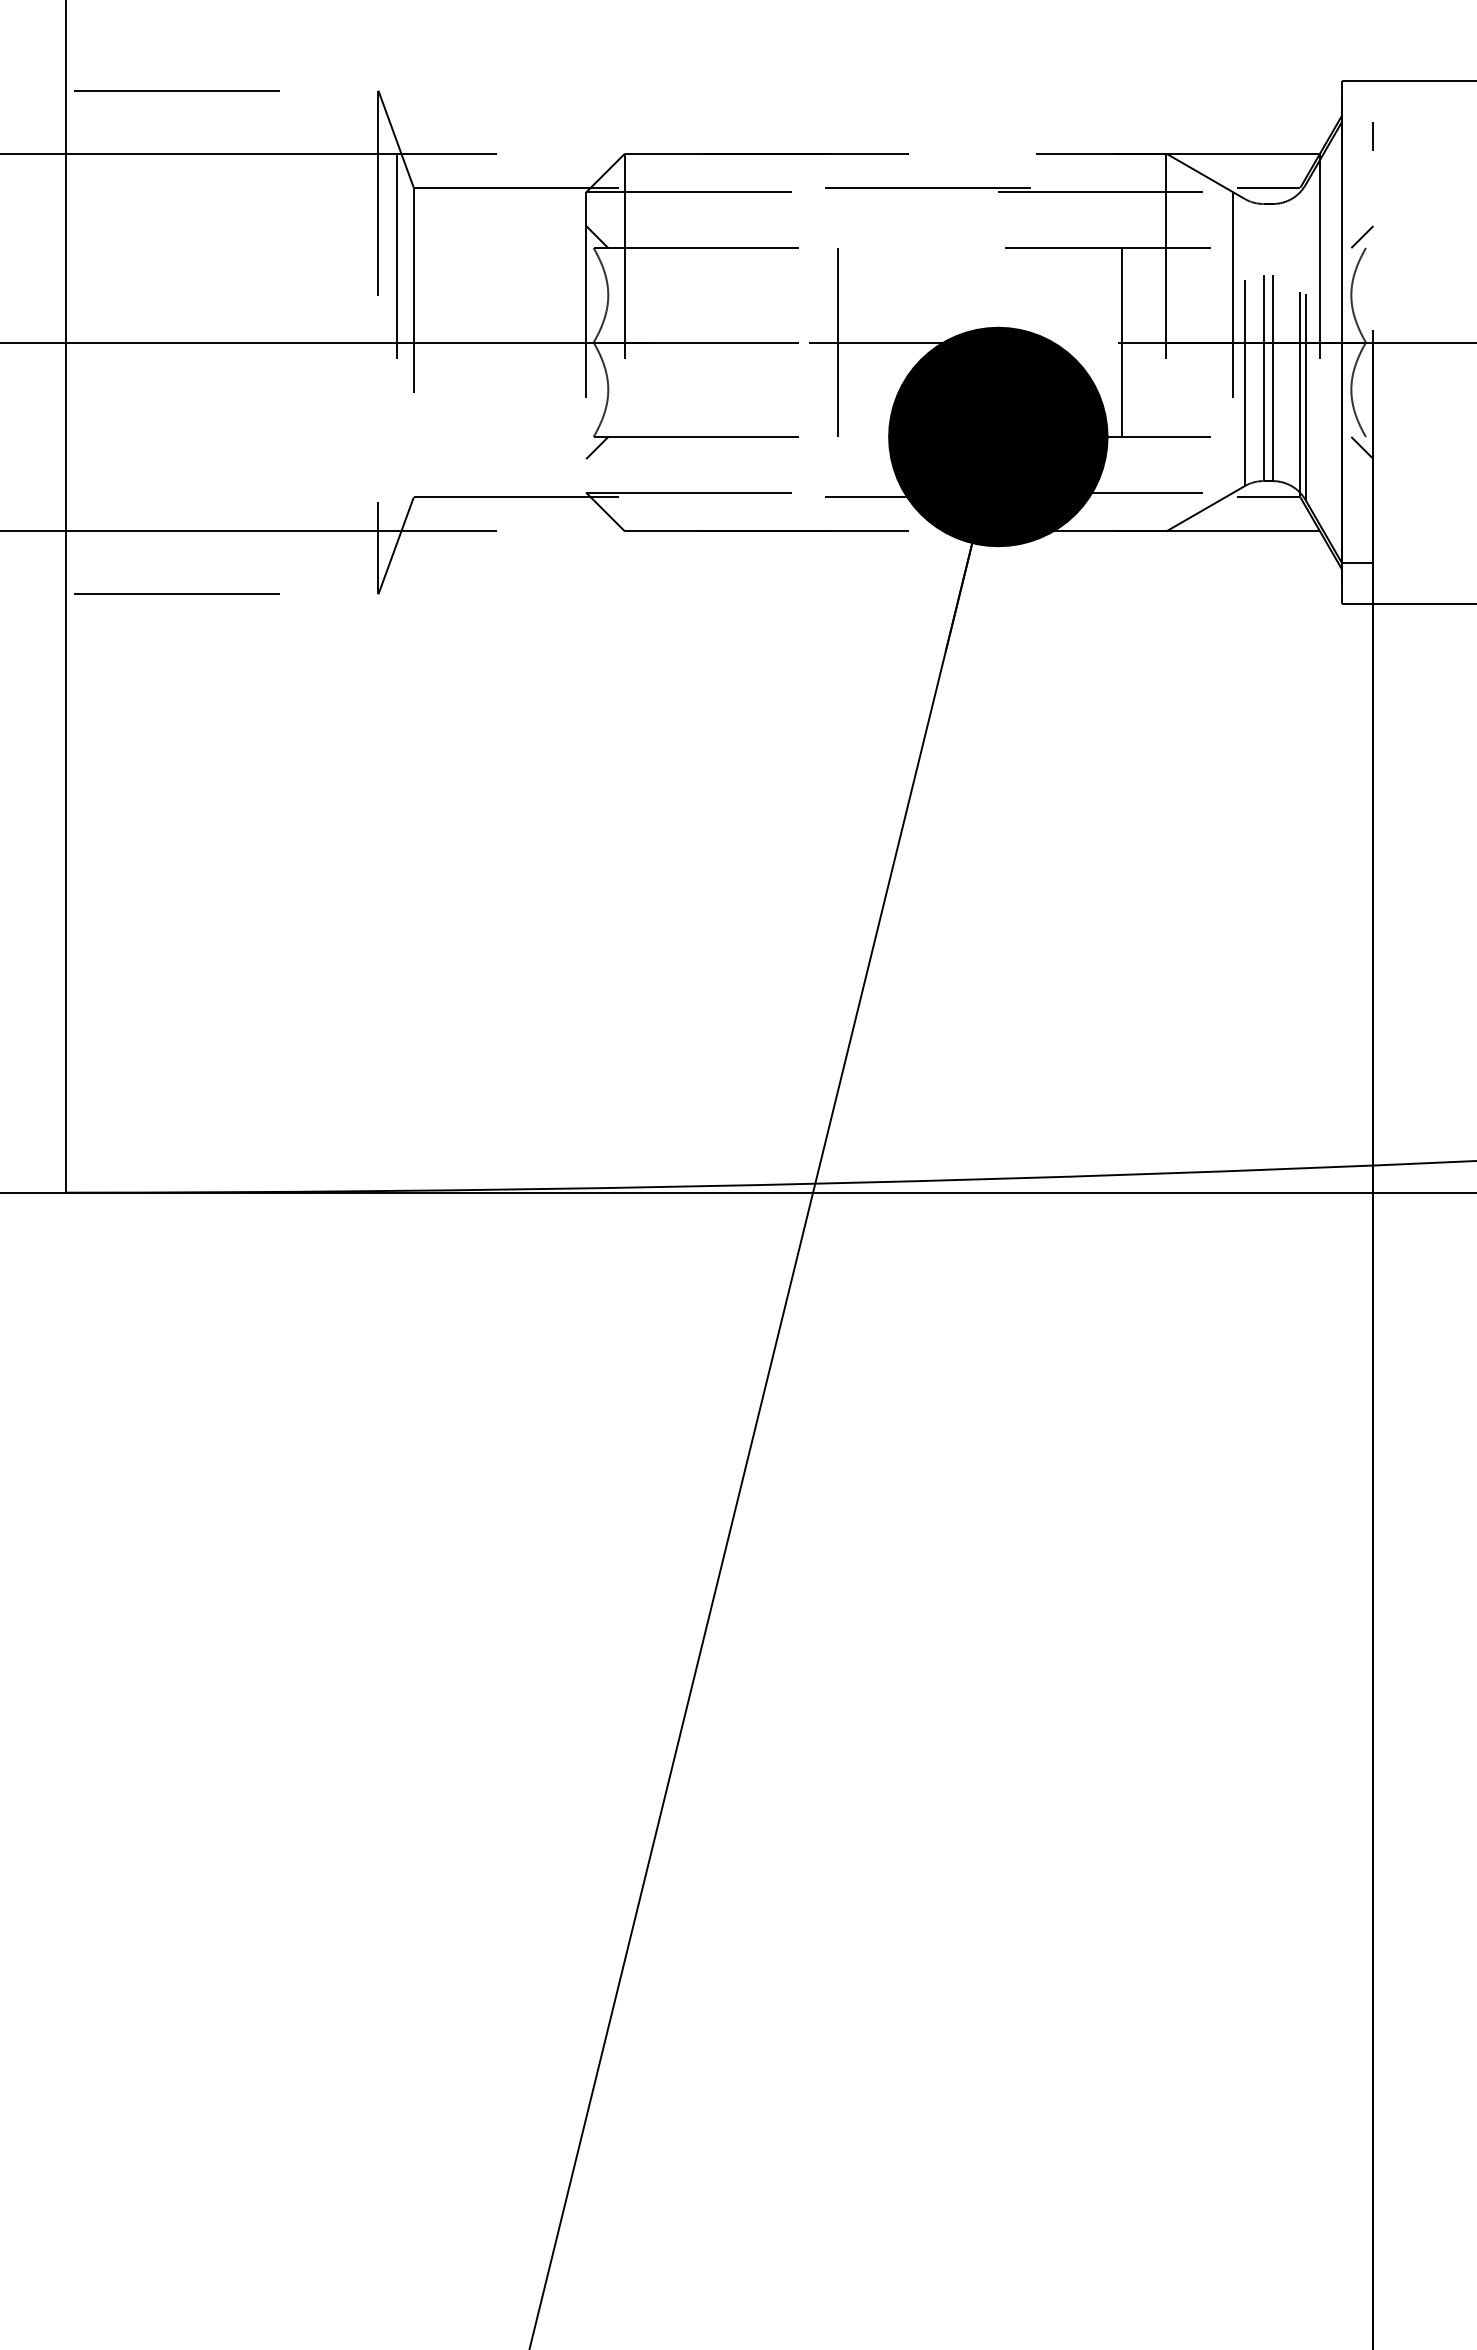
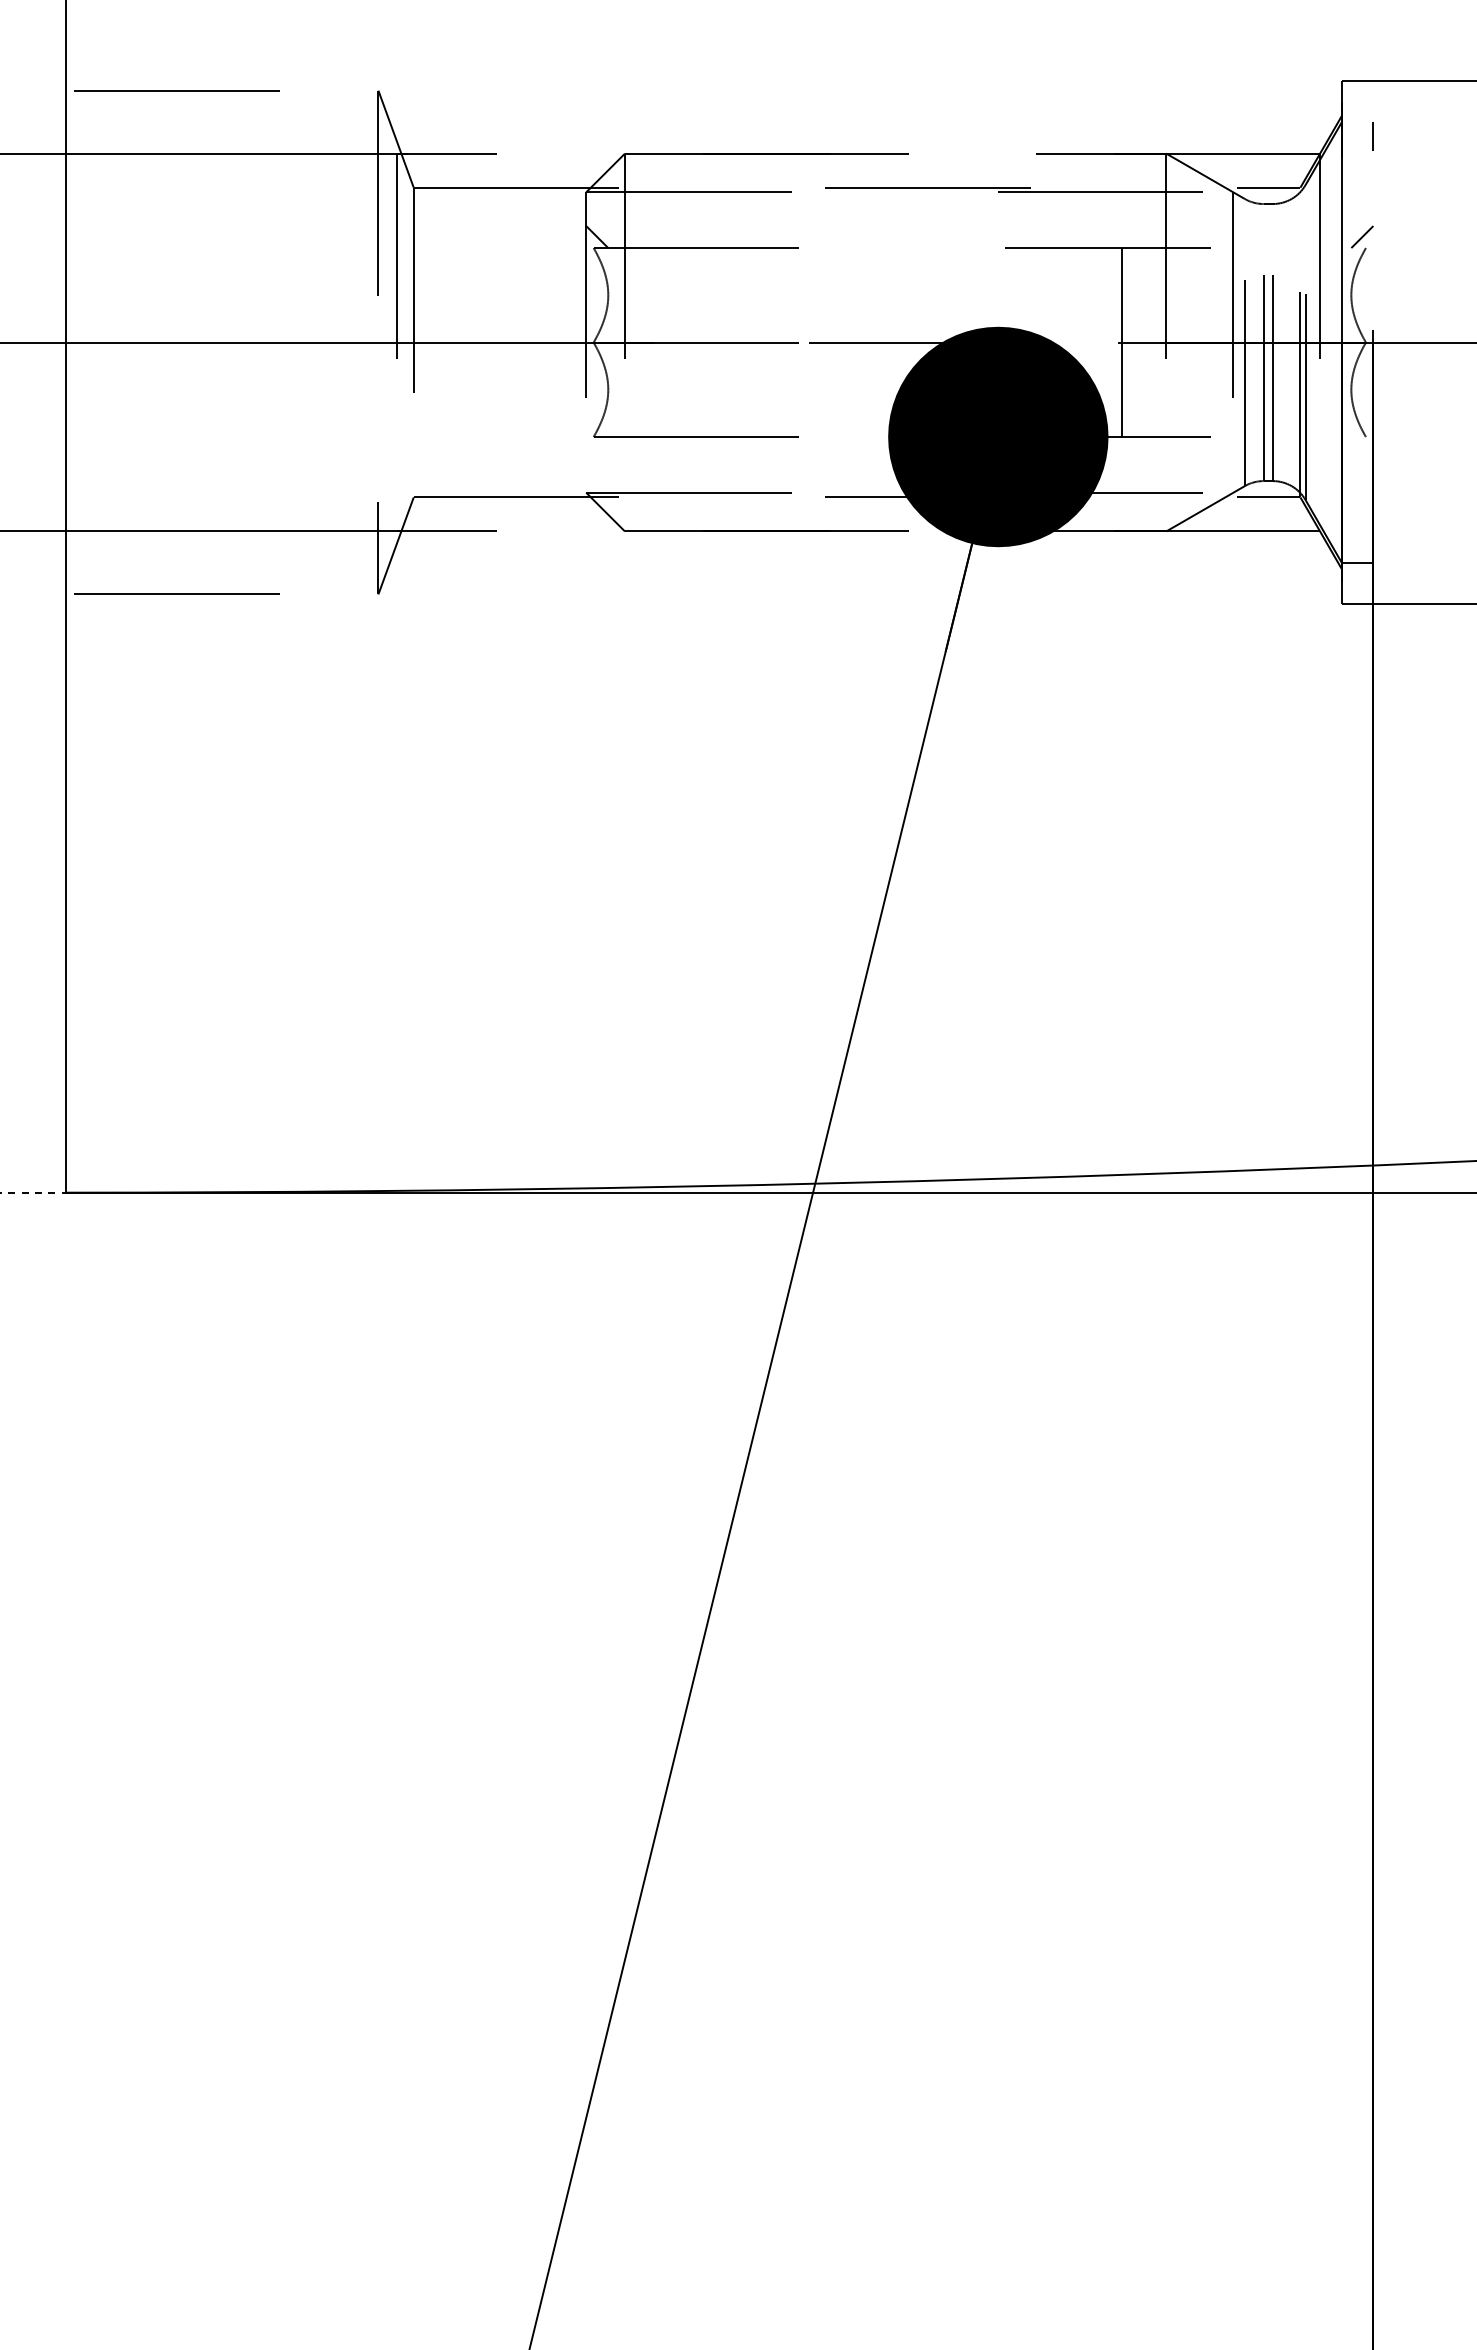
line at (838, 342): present -> none
line at (597, 448): present -> none
line at (1362, 448): present -> none
line at (33, 1192): solid -> dashed
